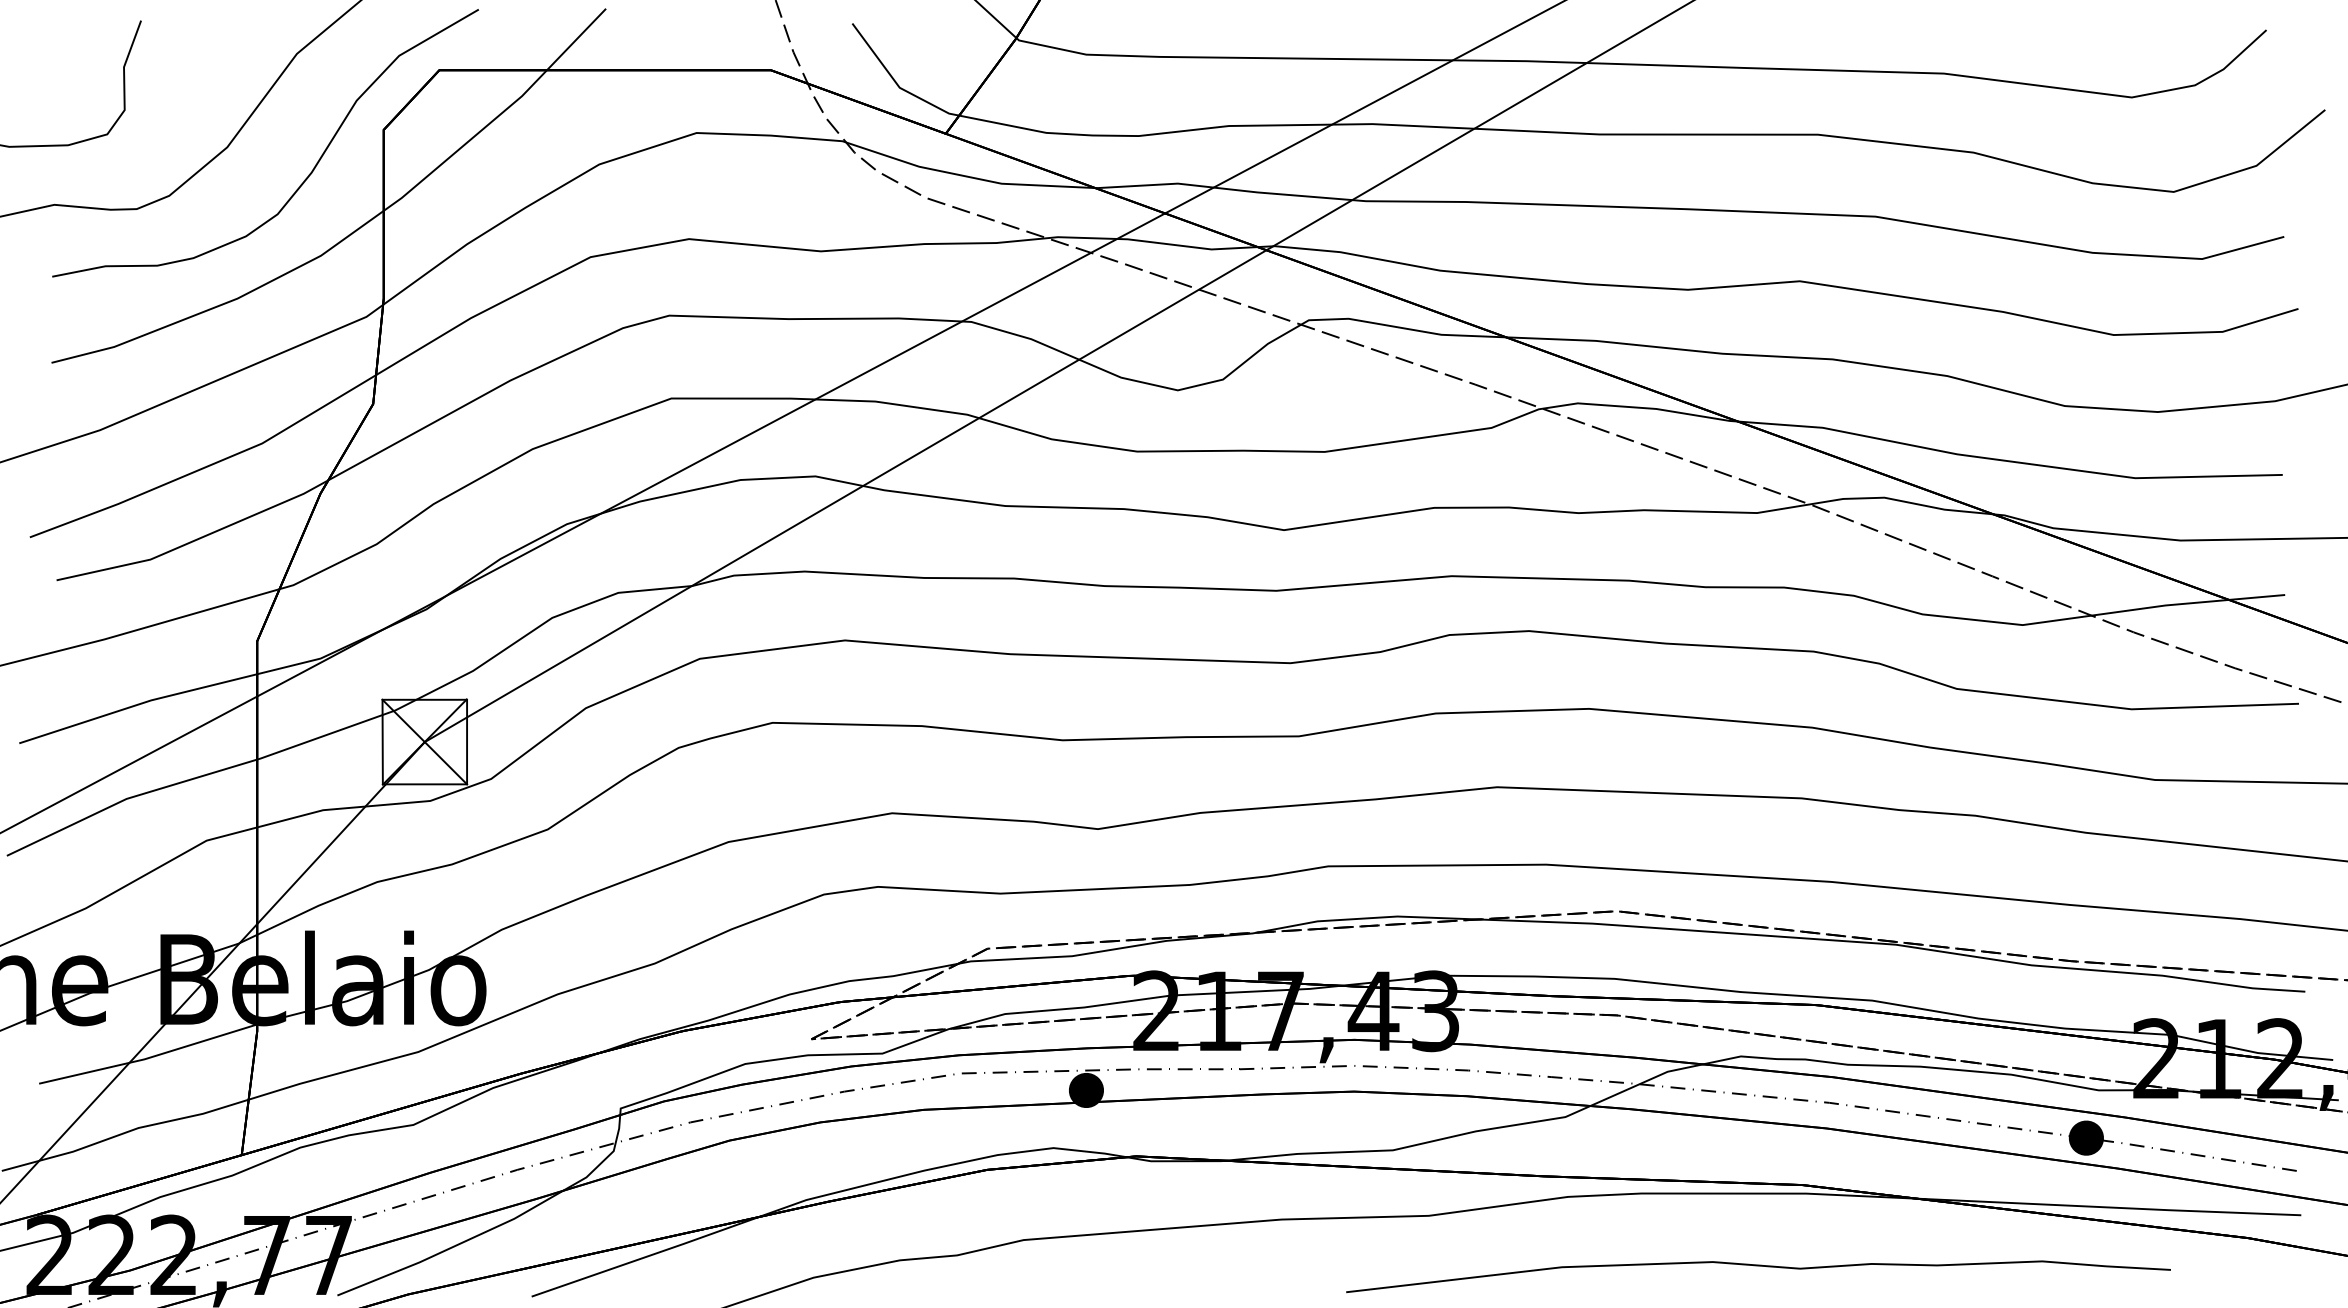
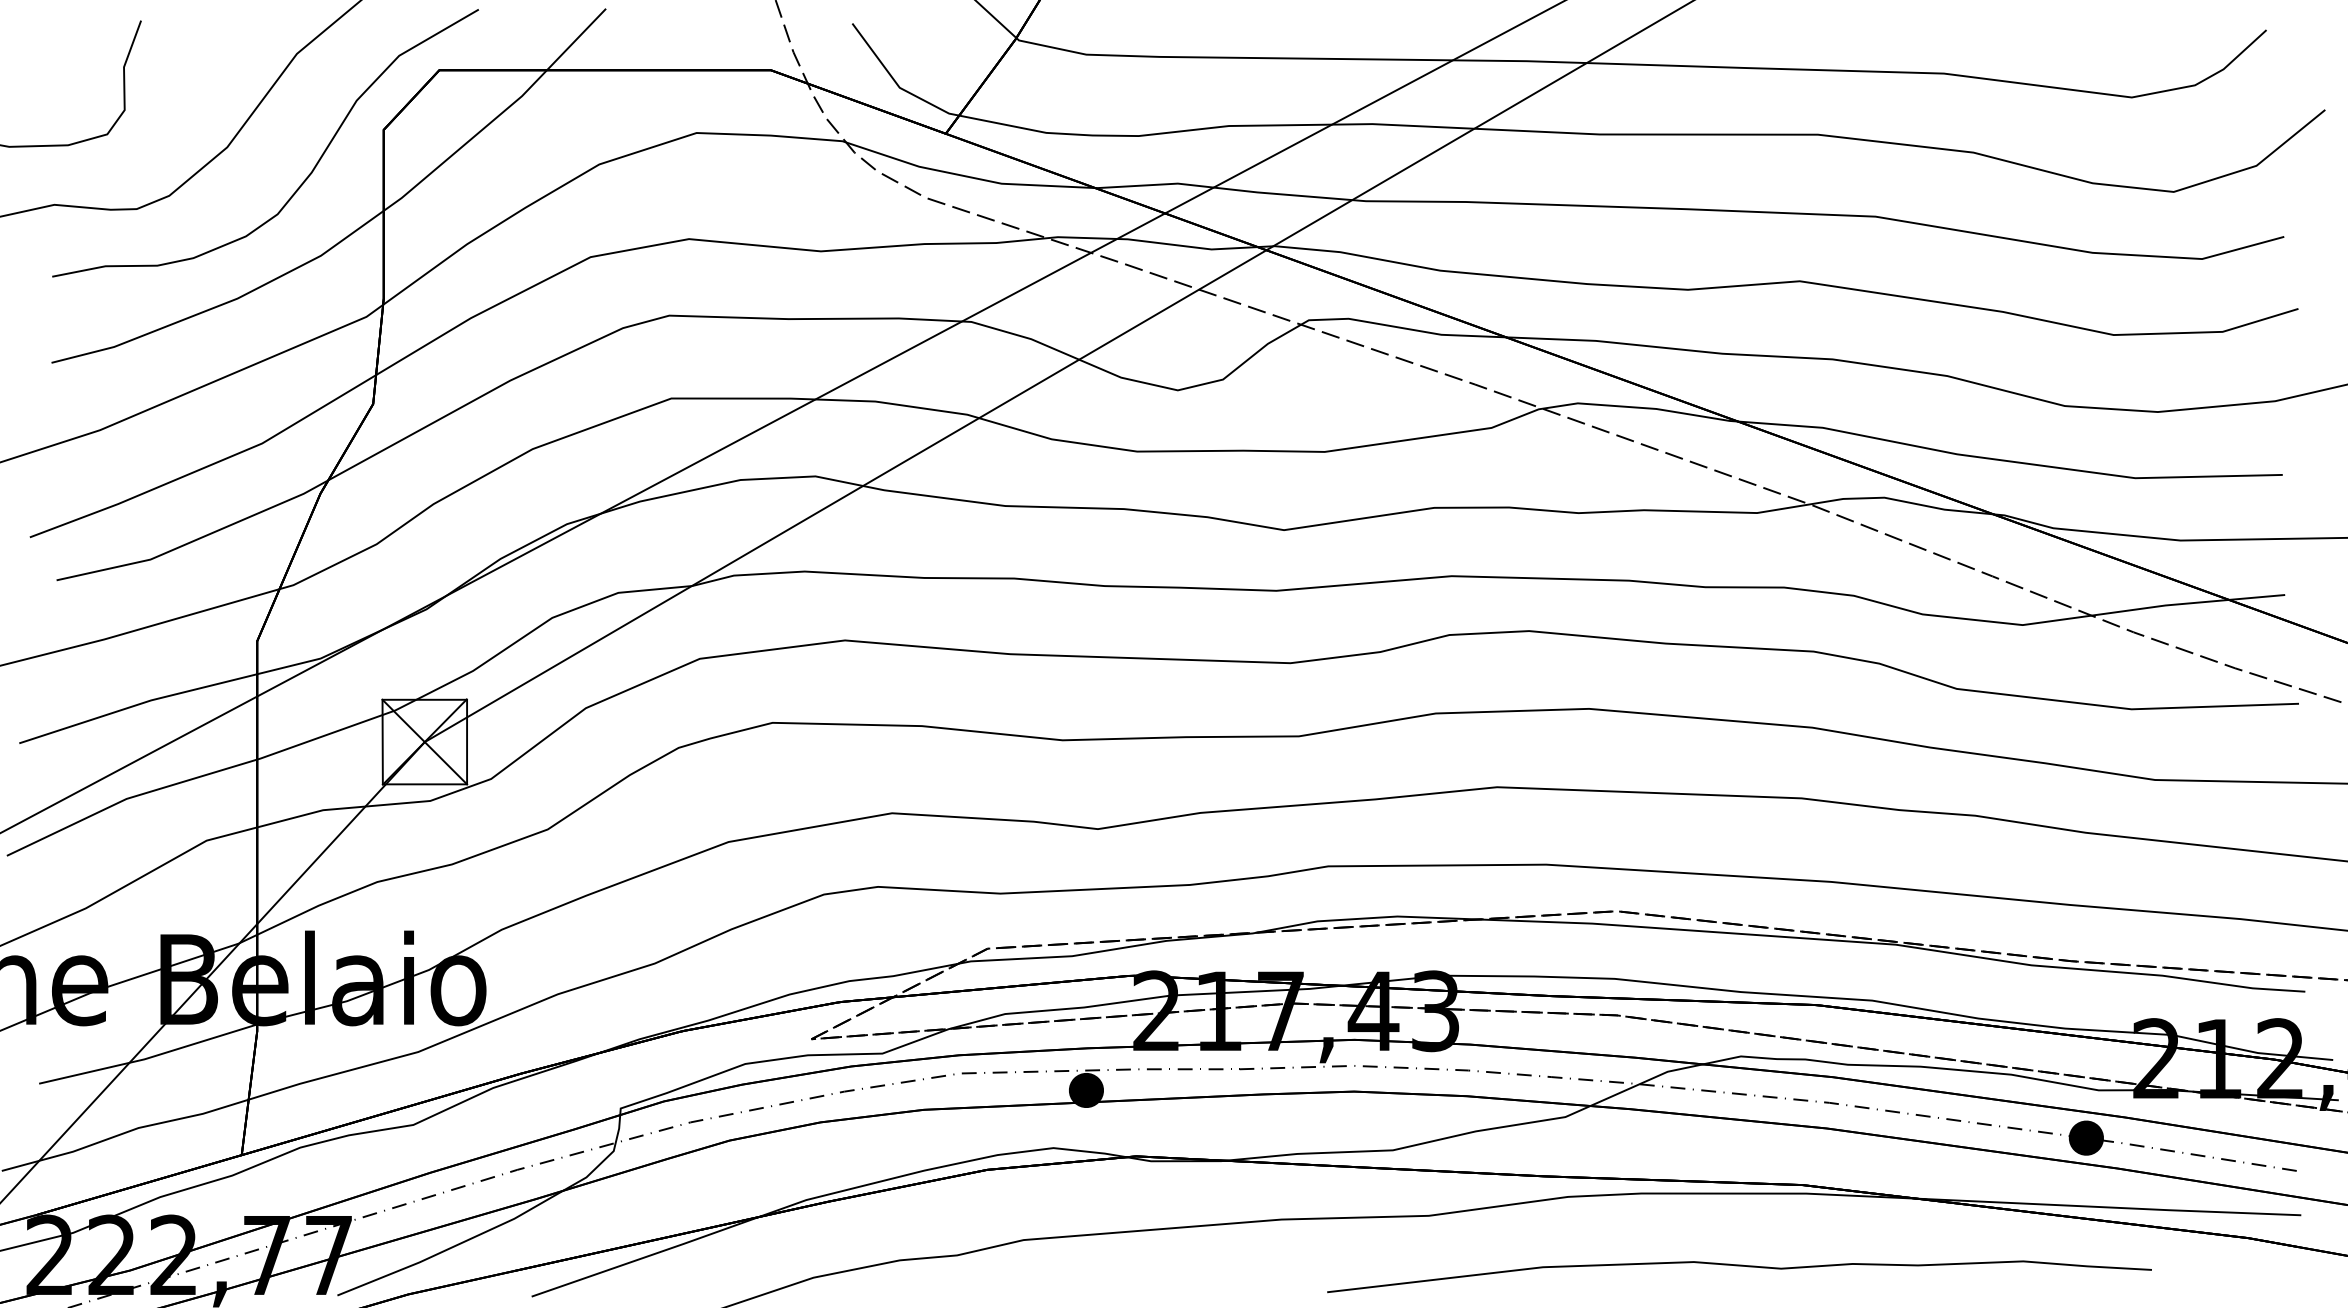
curve at (1758, 1266) position: (1758, 1266) -> (1739, 1266)
